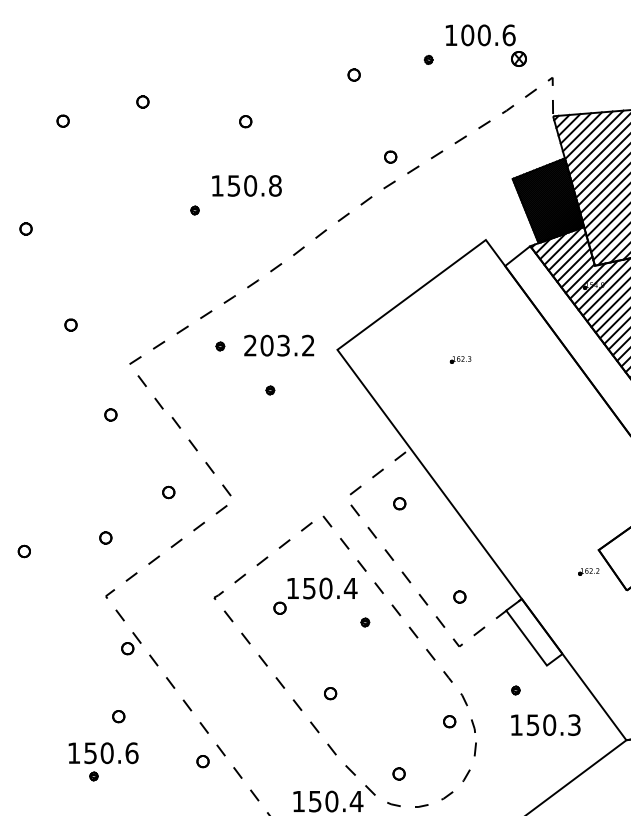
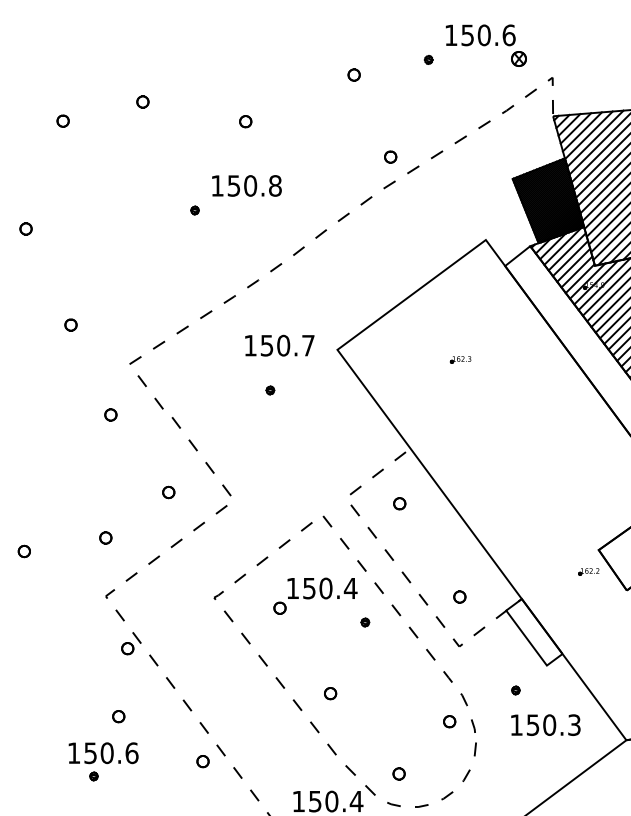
text at (467, 35): 100.6 -> 150.6
text at (279, 345): 203.2 -> 150.7
part at (220, 346): present -> none
